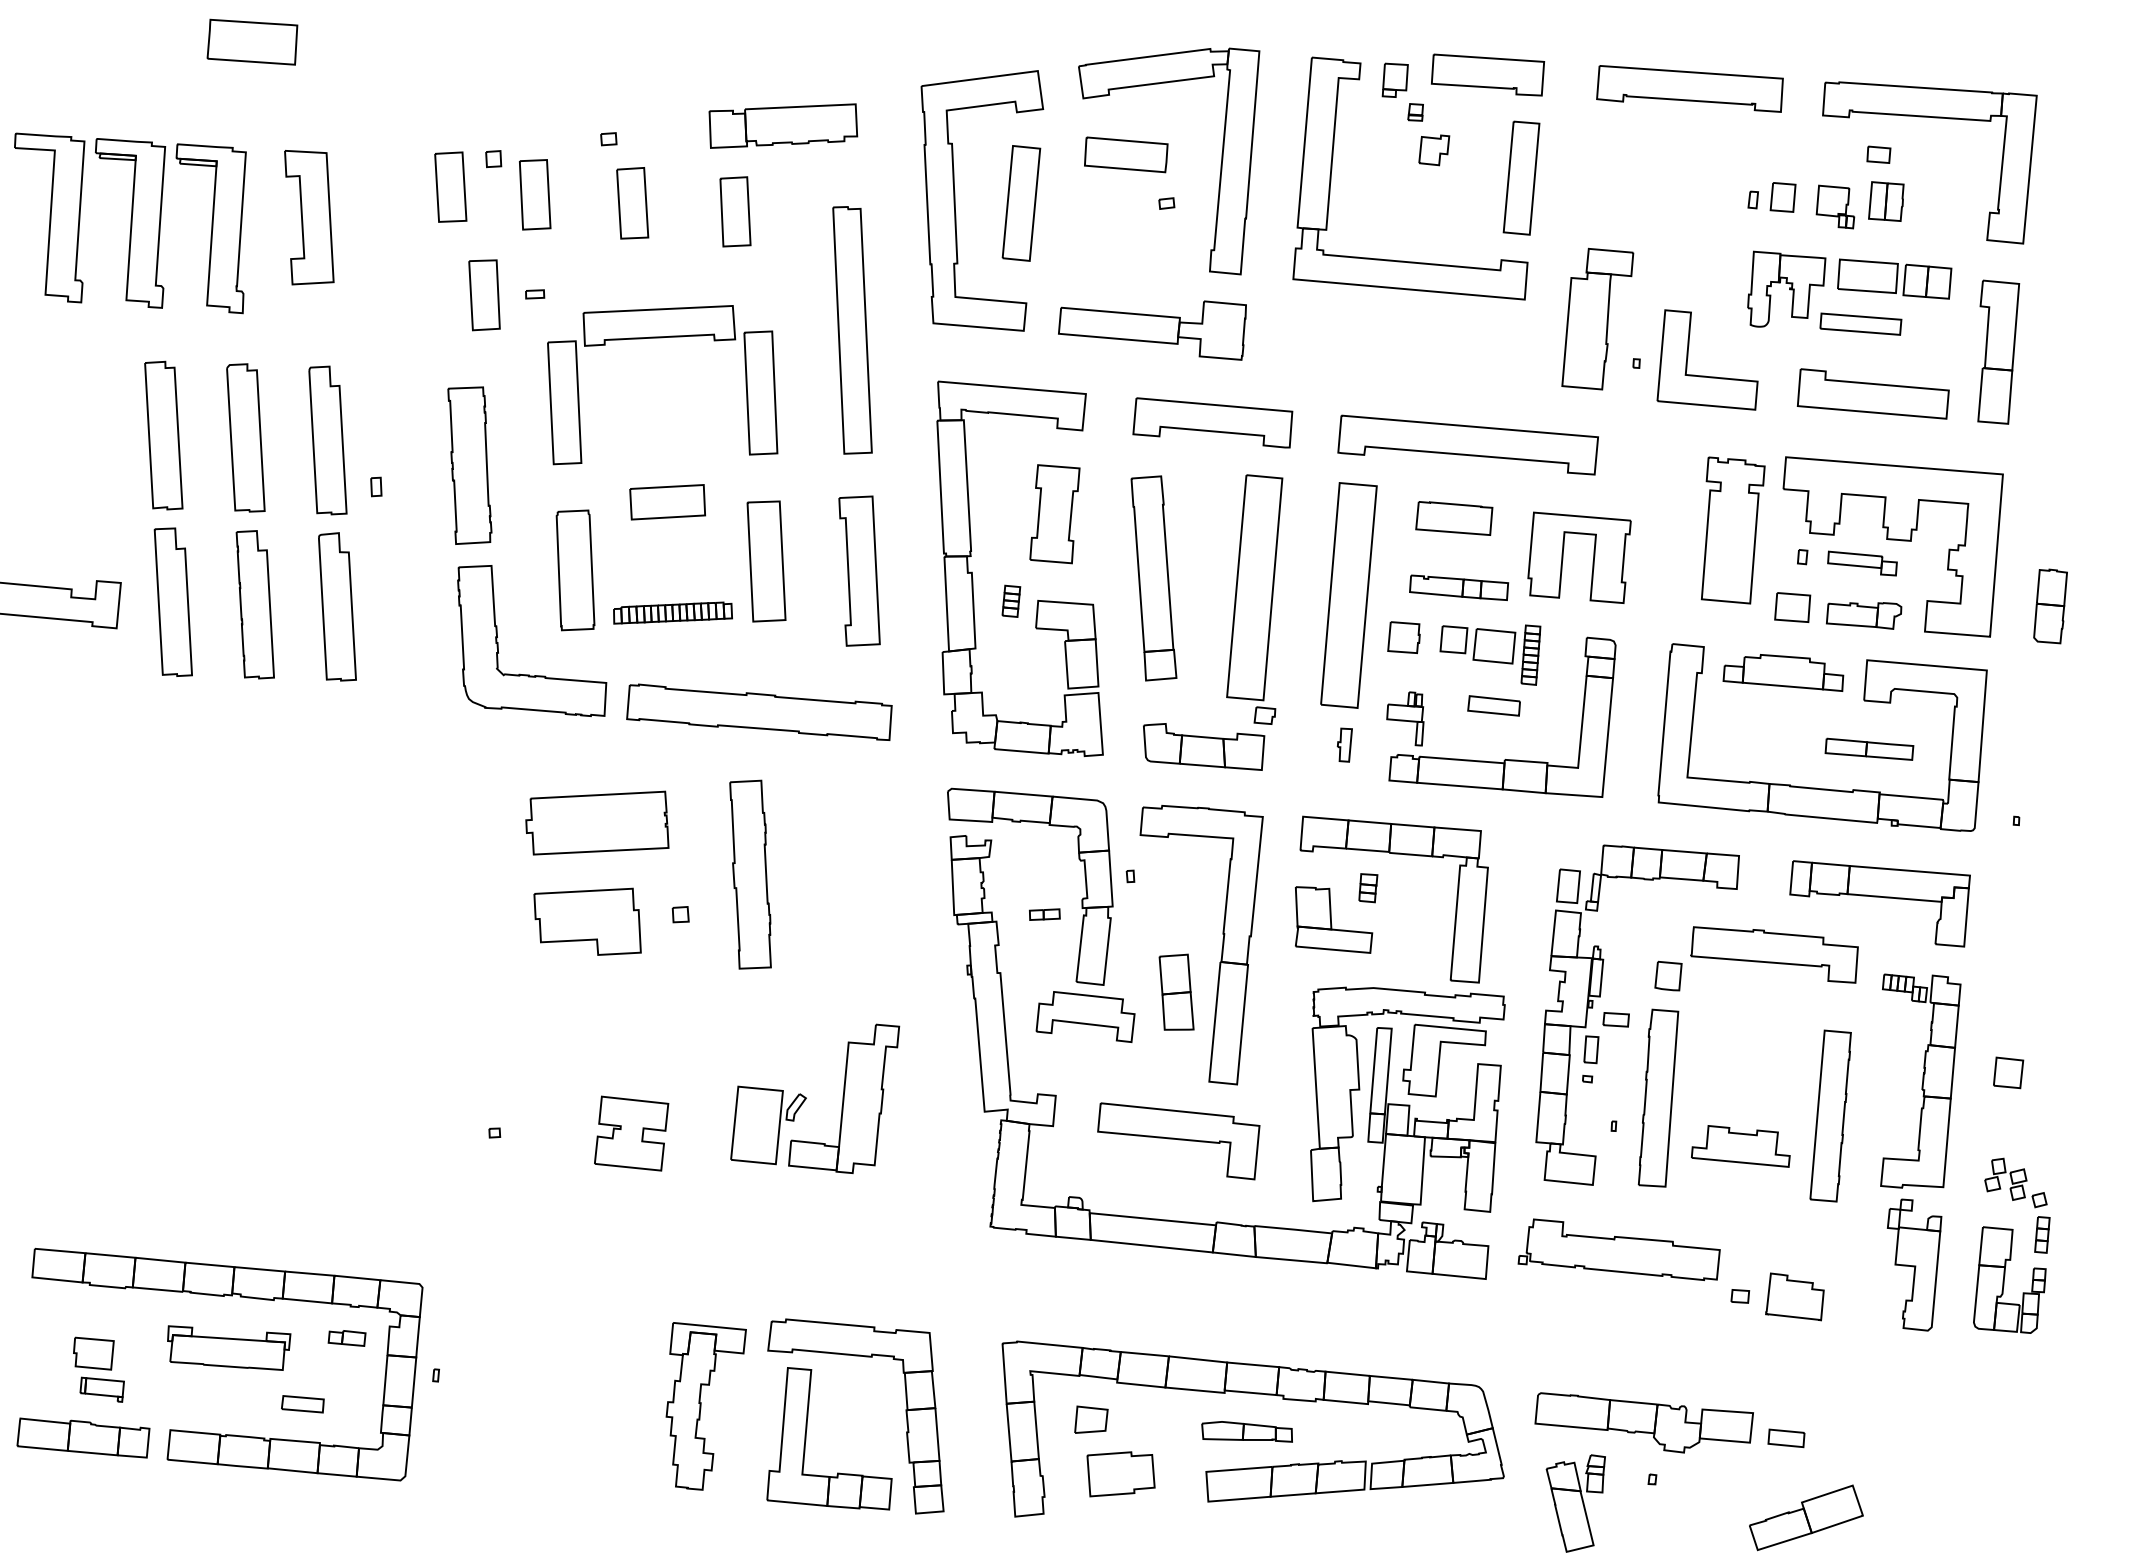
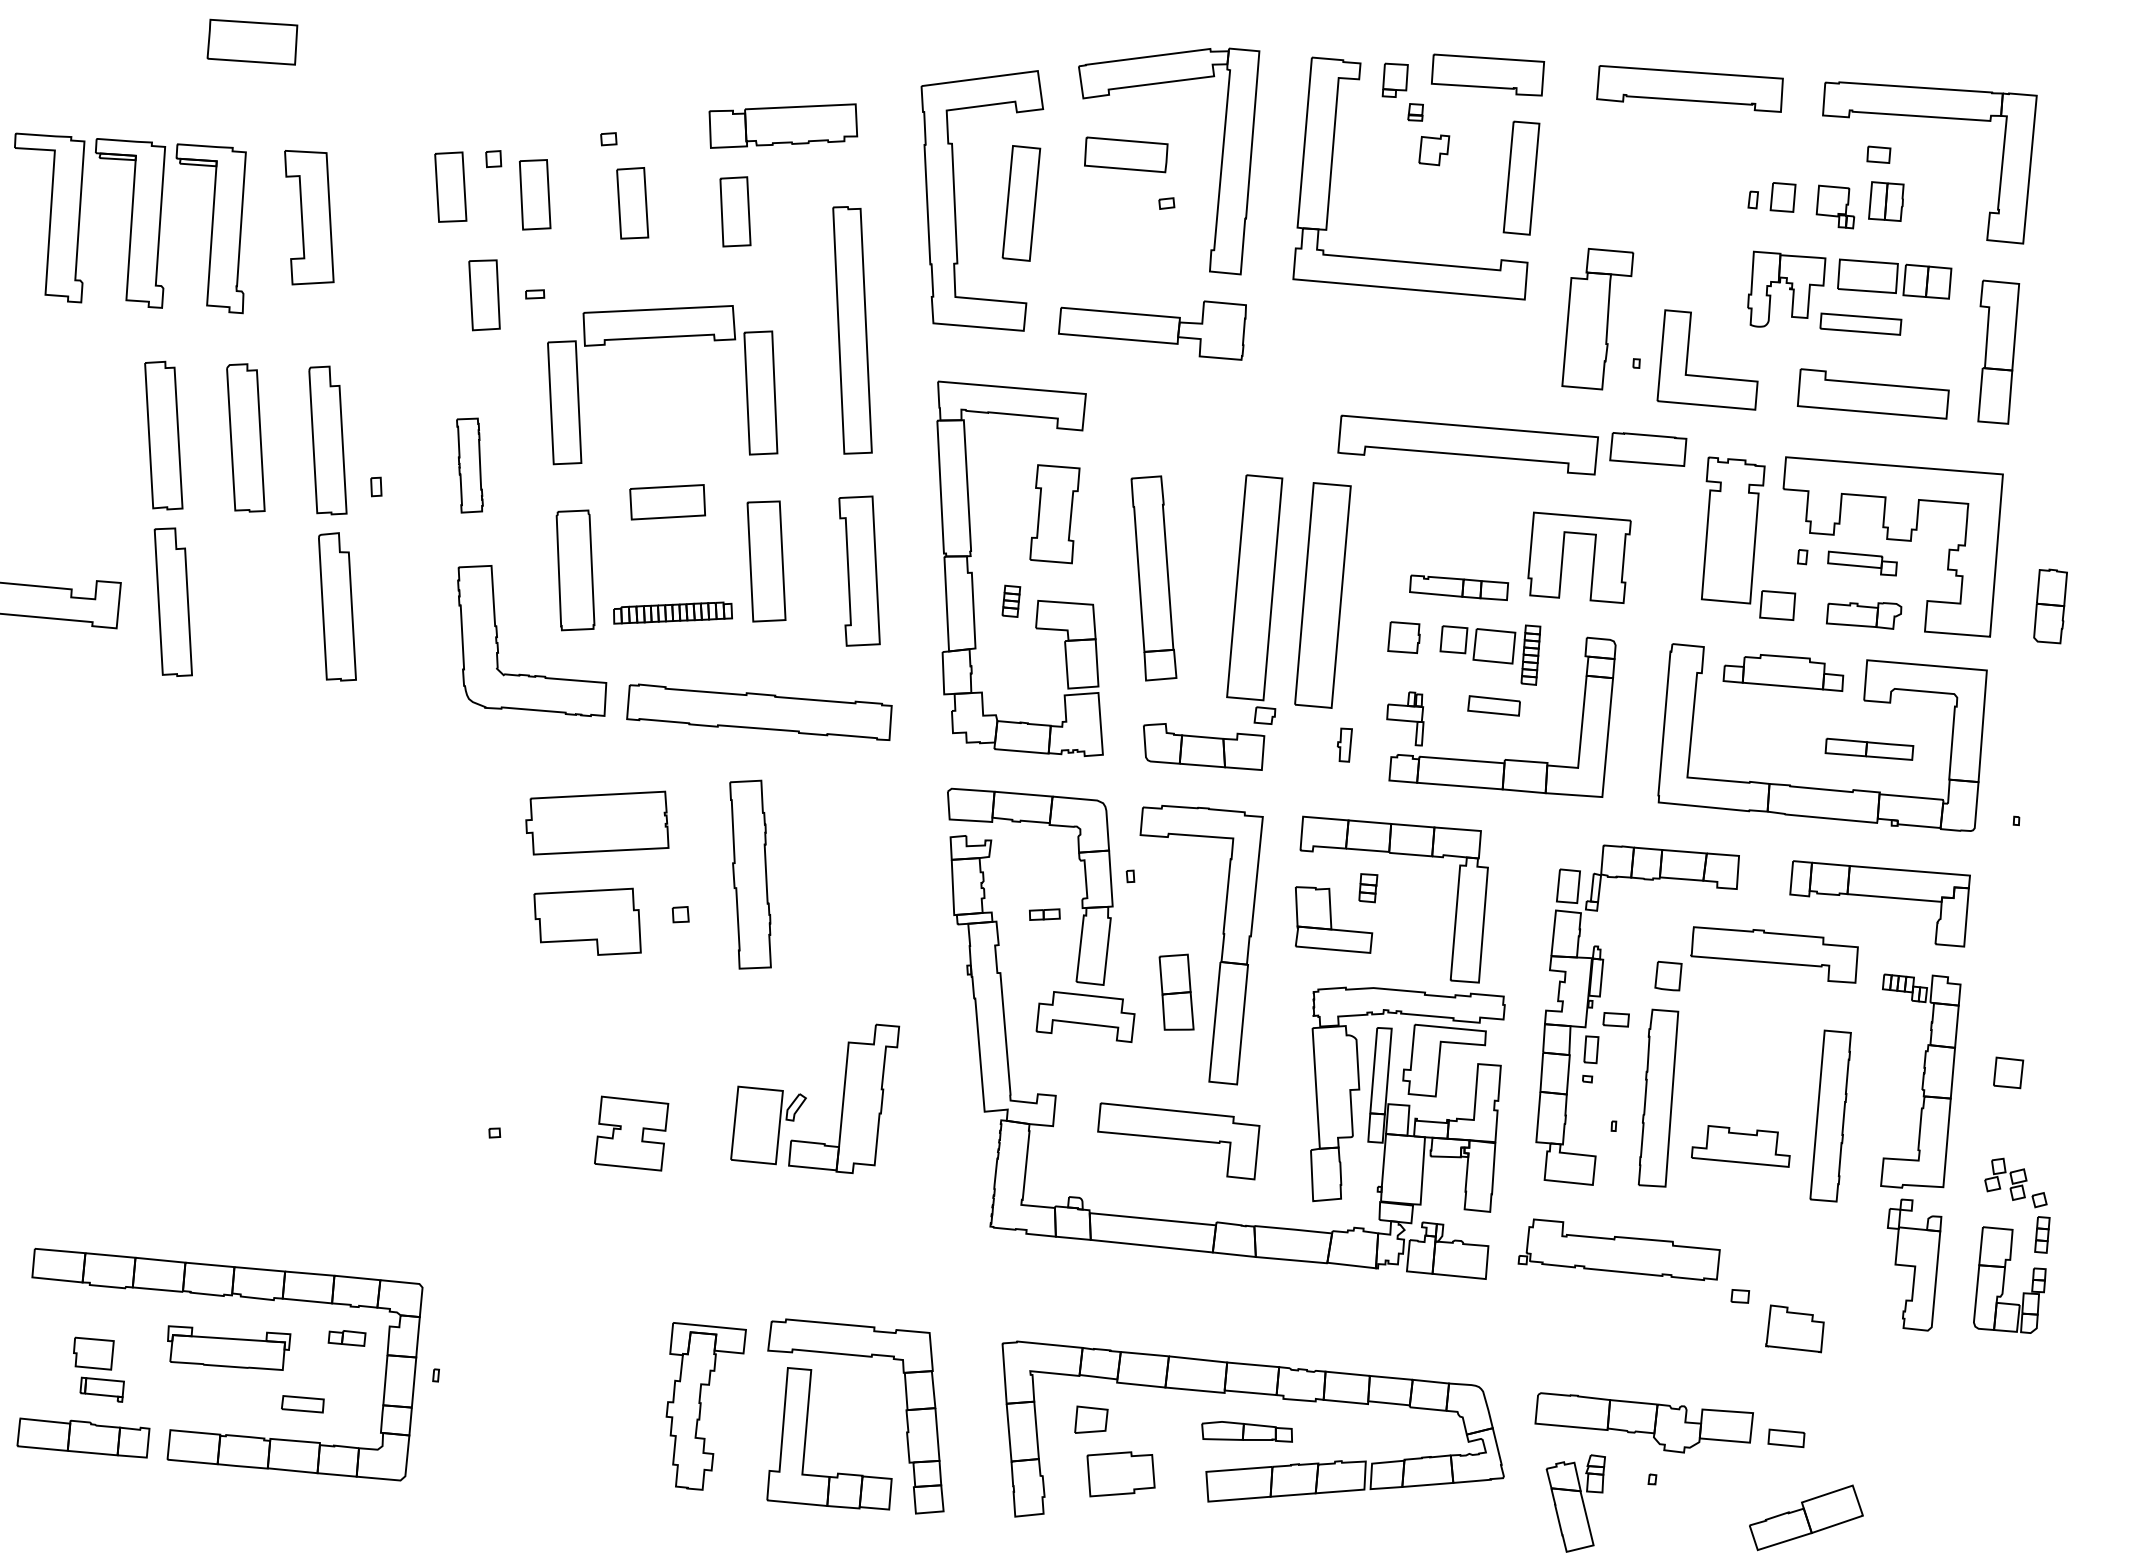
part at (1212, 422): present -> none
part at (469, 465) size: 46x159 px -> 28x97 px
part at (1454, 518) position: (1454, 518) -> (1648, 449)
part at (1348, 595) position: (1348, 595) -> (1322, 595)
part at (254, 604): present -> none
part at (1792, 607) position: (1792, 607) -> (1777, 605)
part at (1794, 1296) position: (1794, 1296) -> (1794, 1328)
